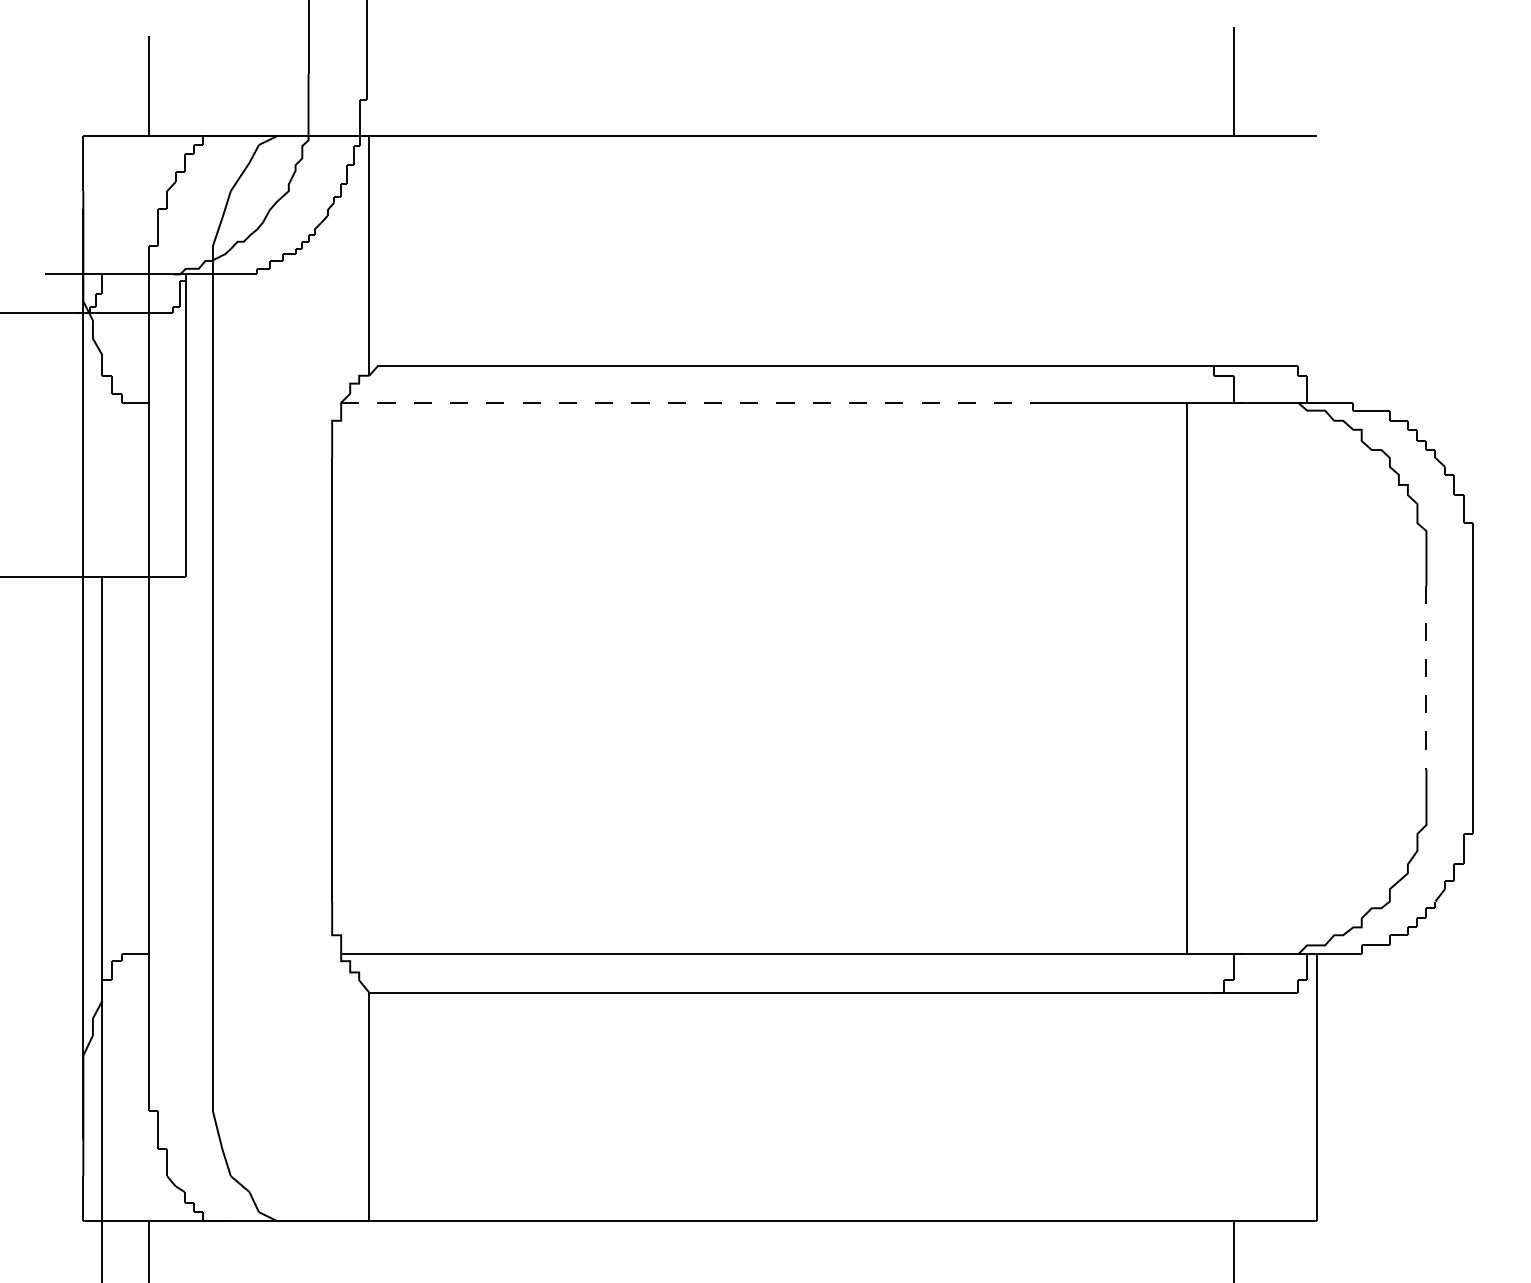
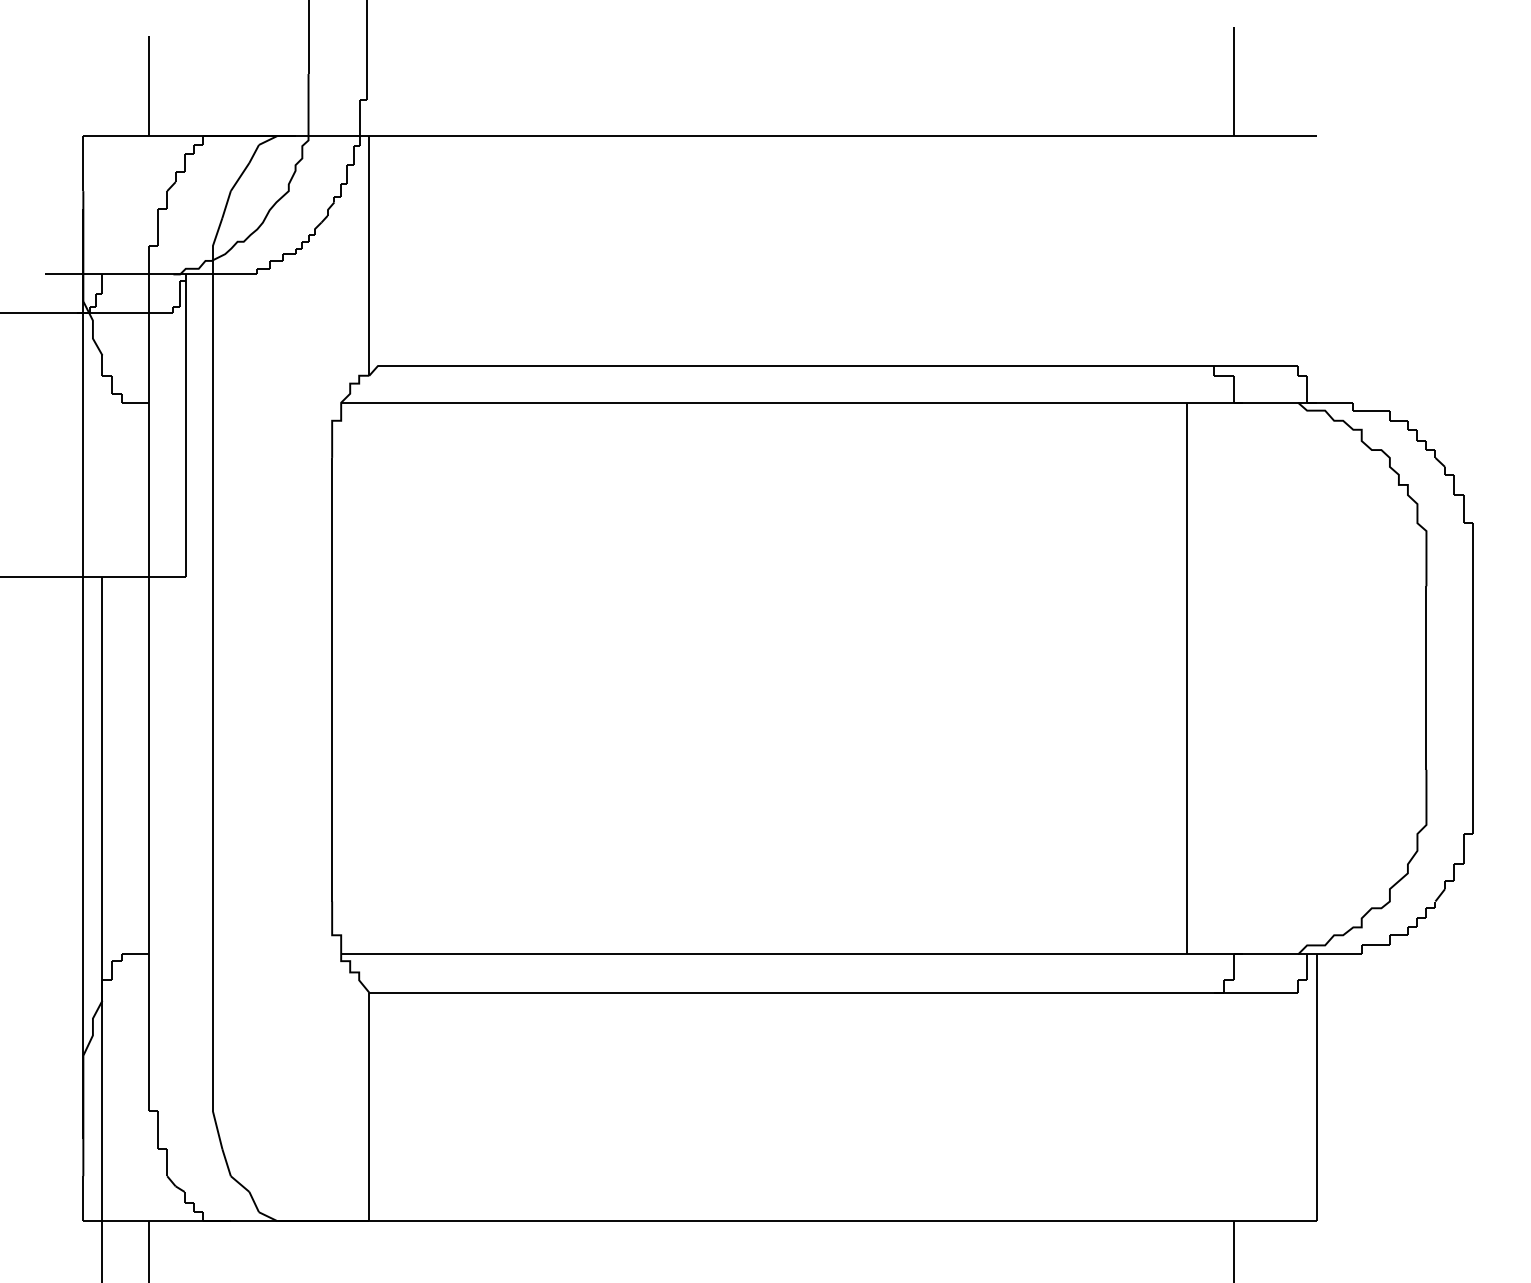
line at (691, 402): dashed -> solid
line at (1426, 678): dashed -> solid
